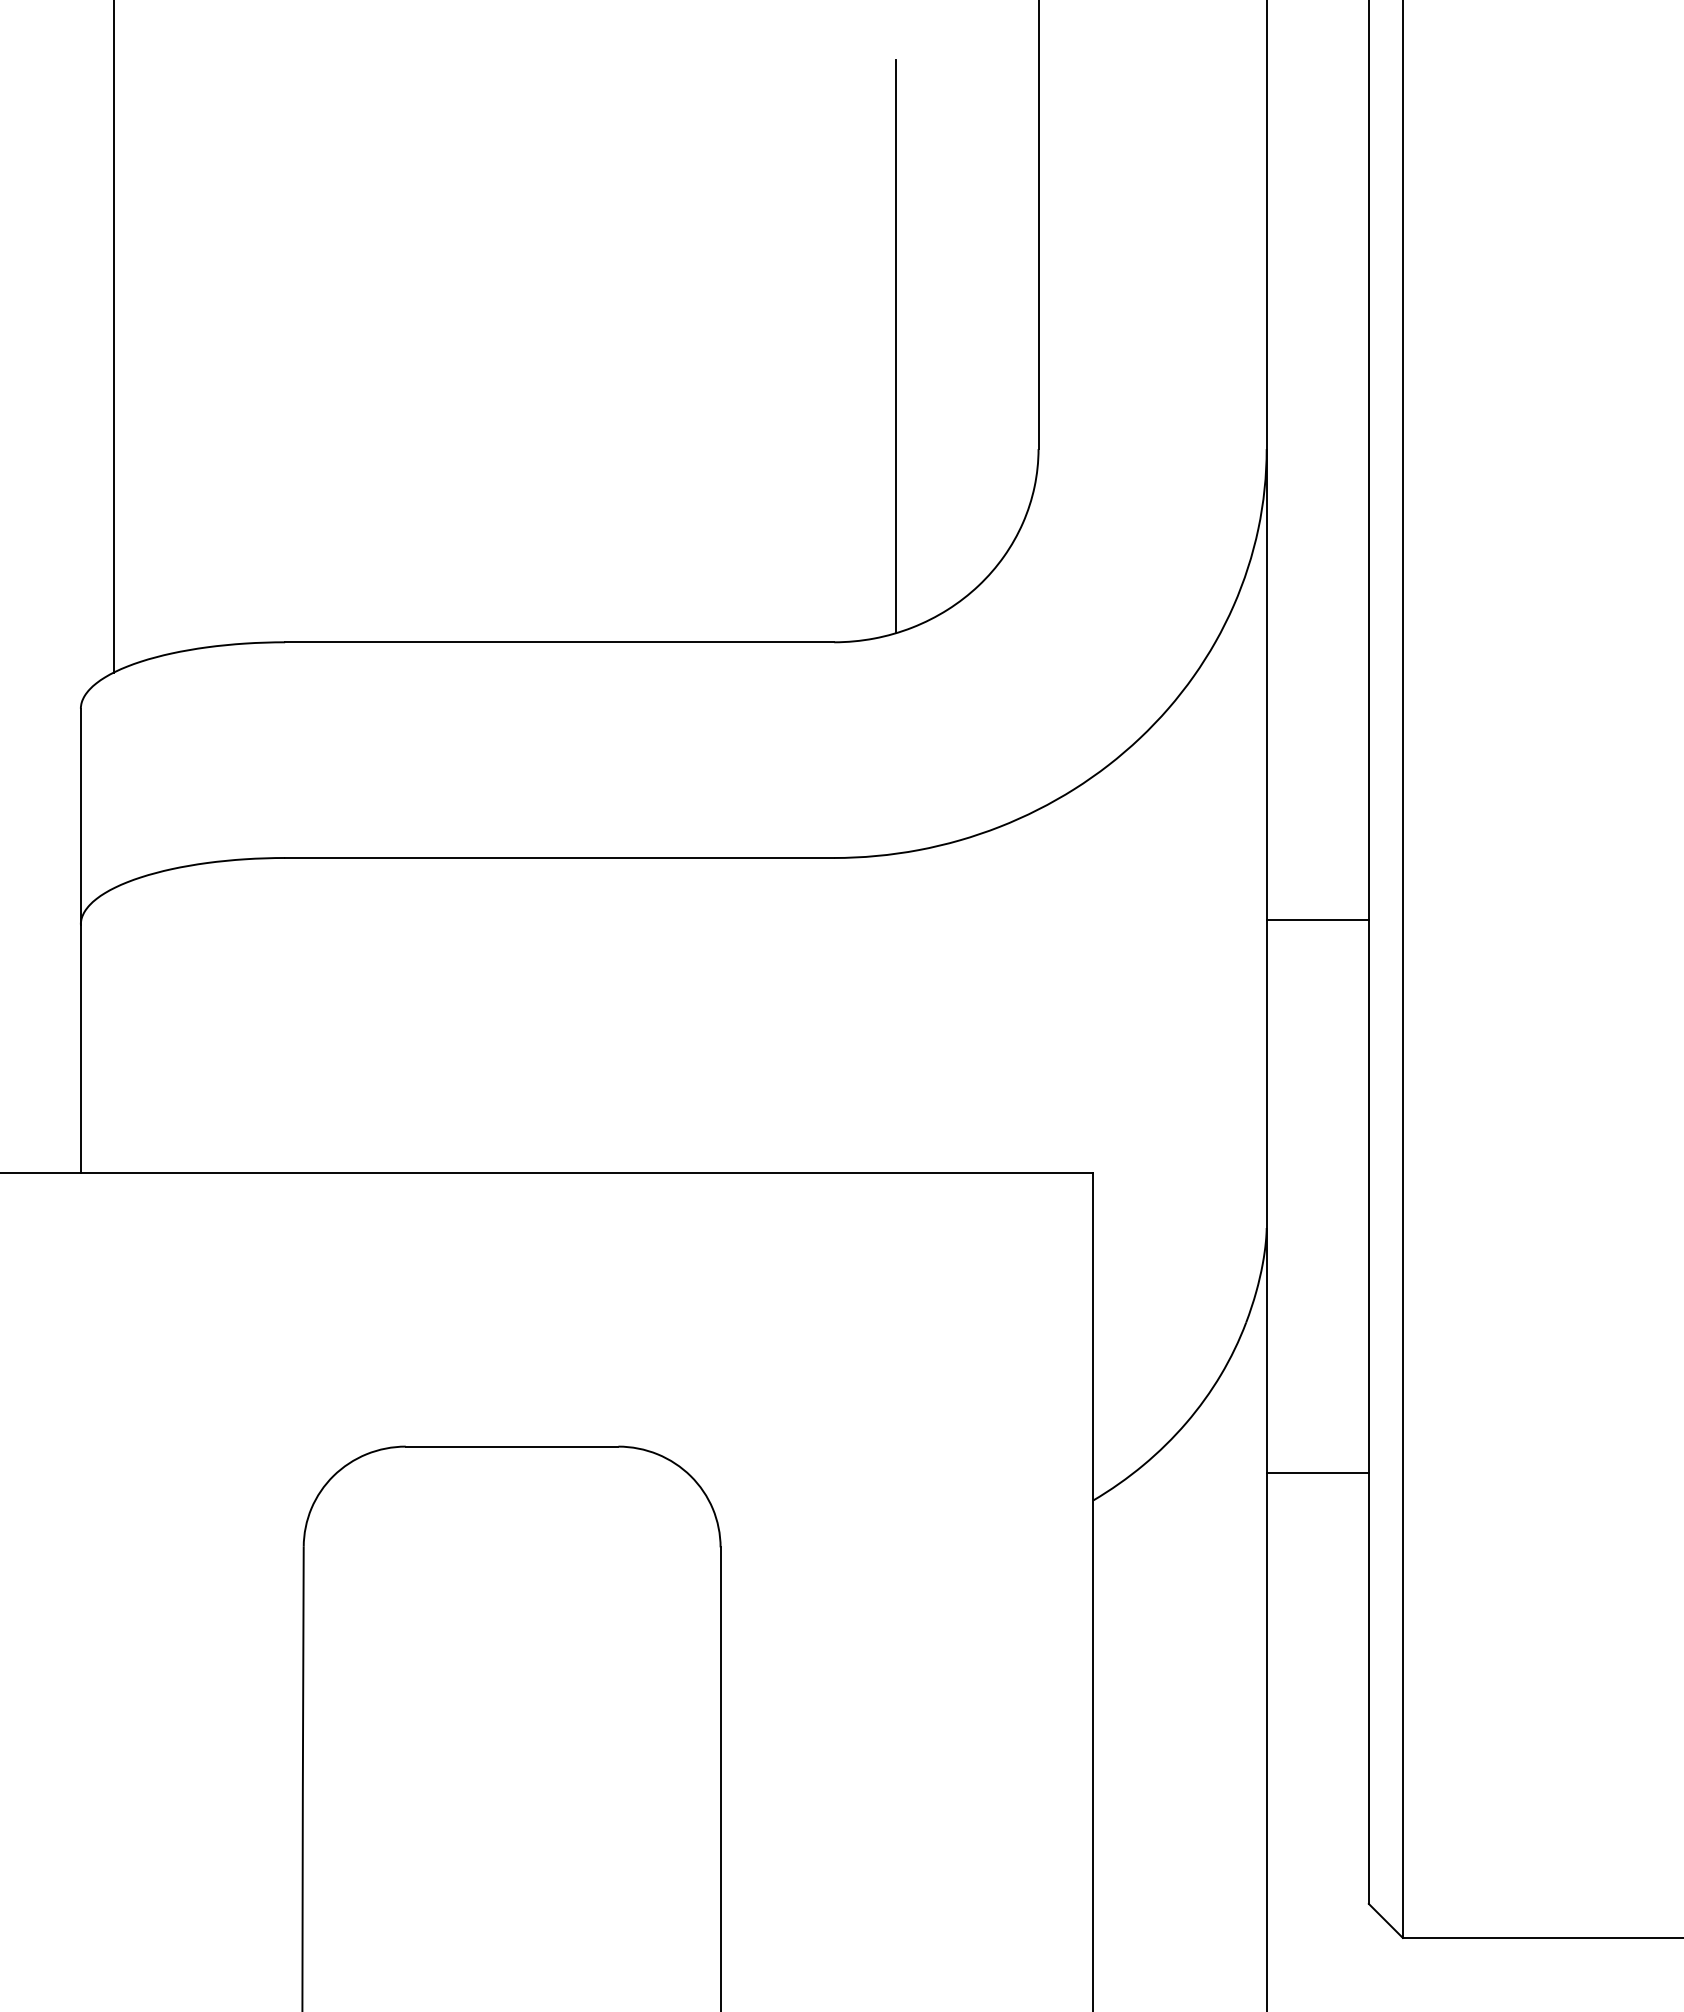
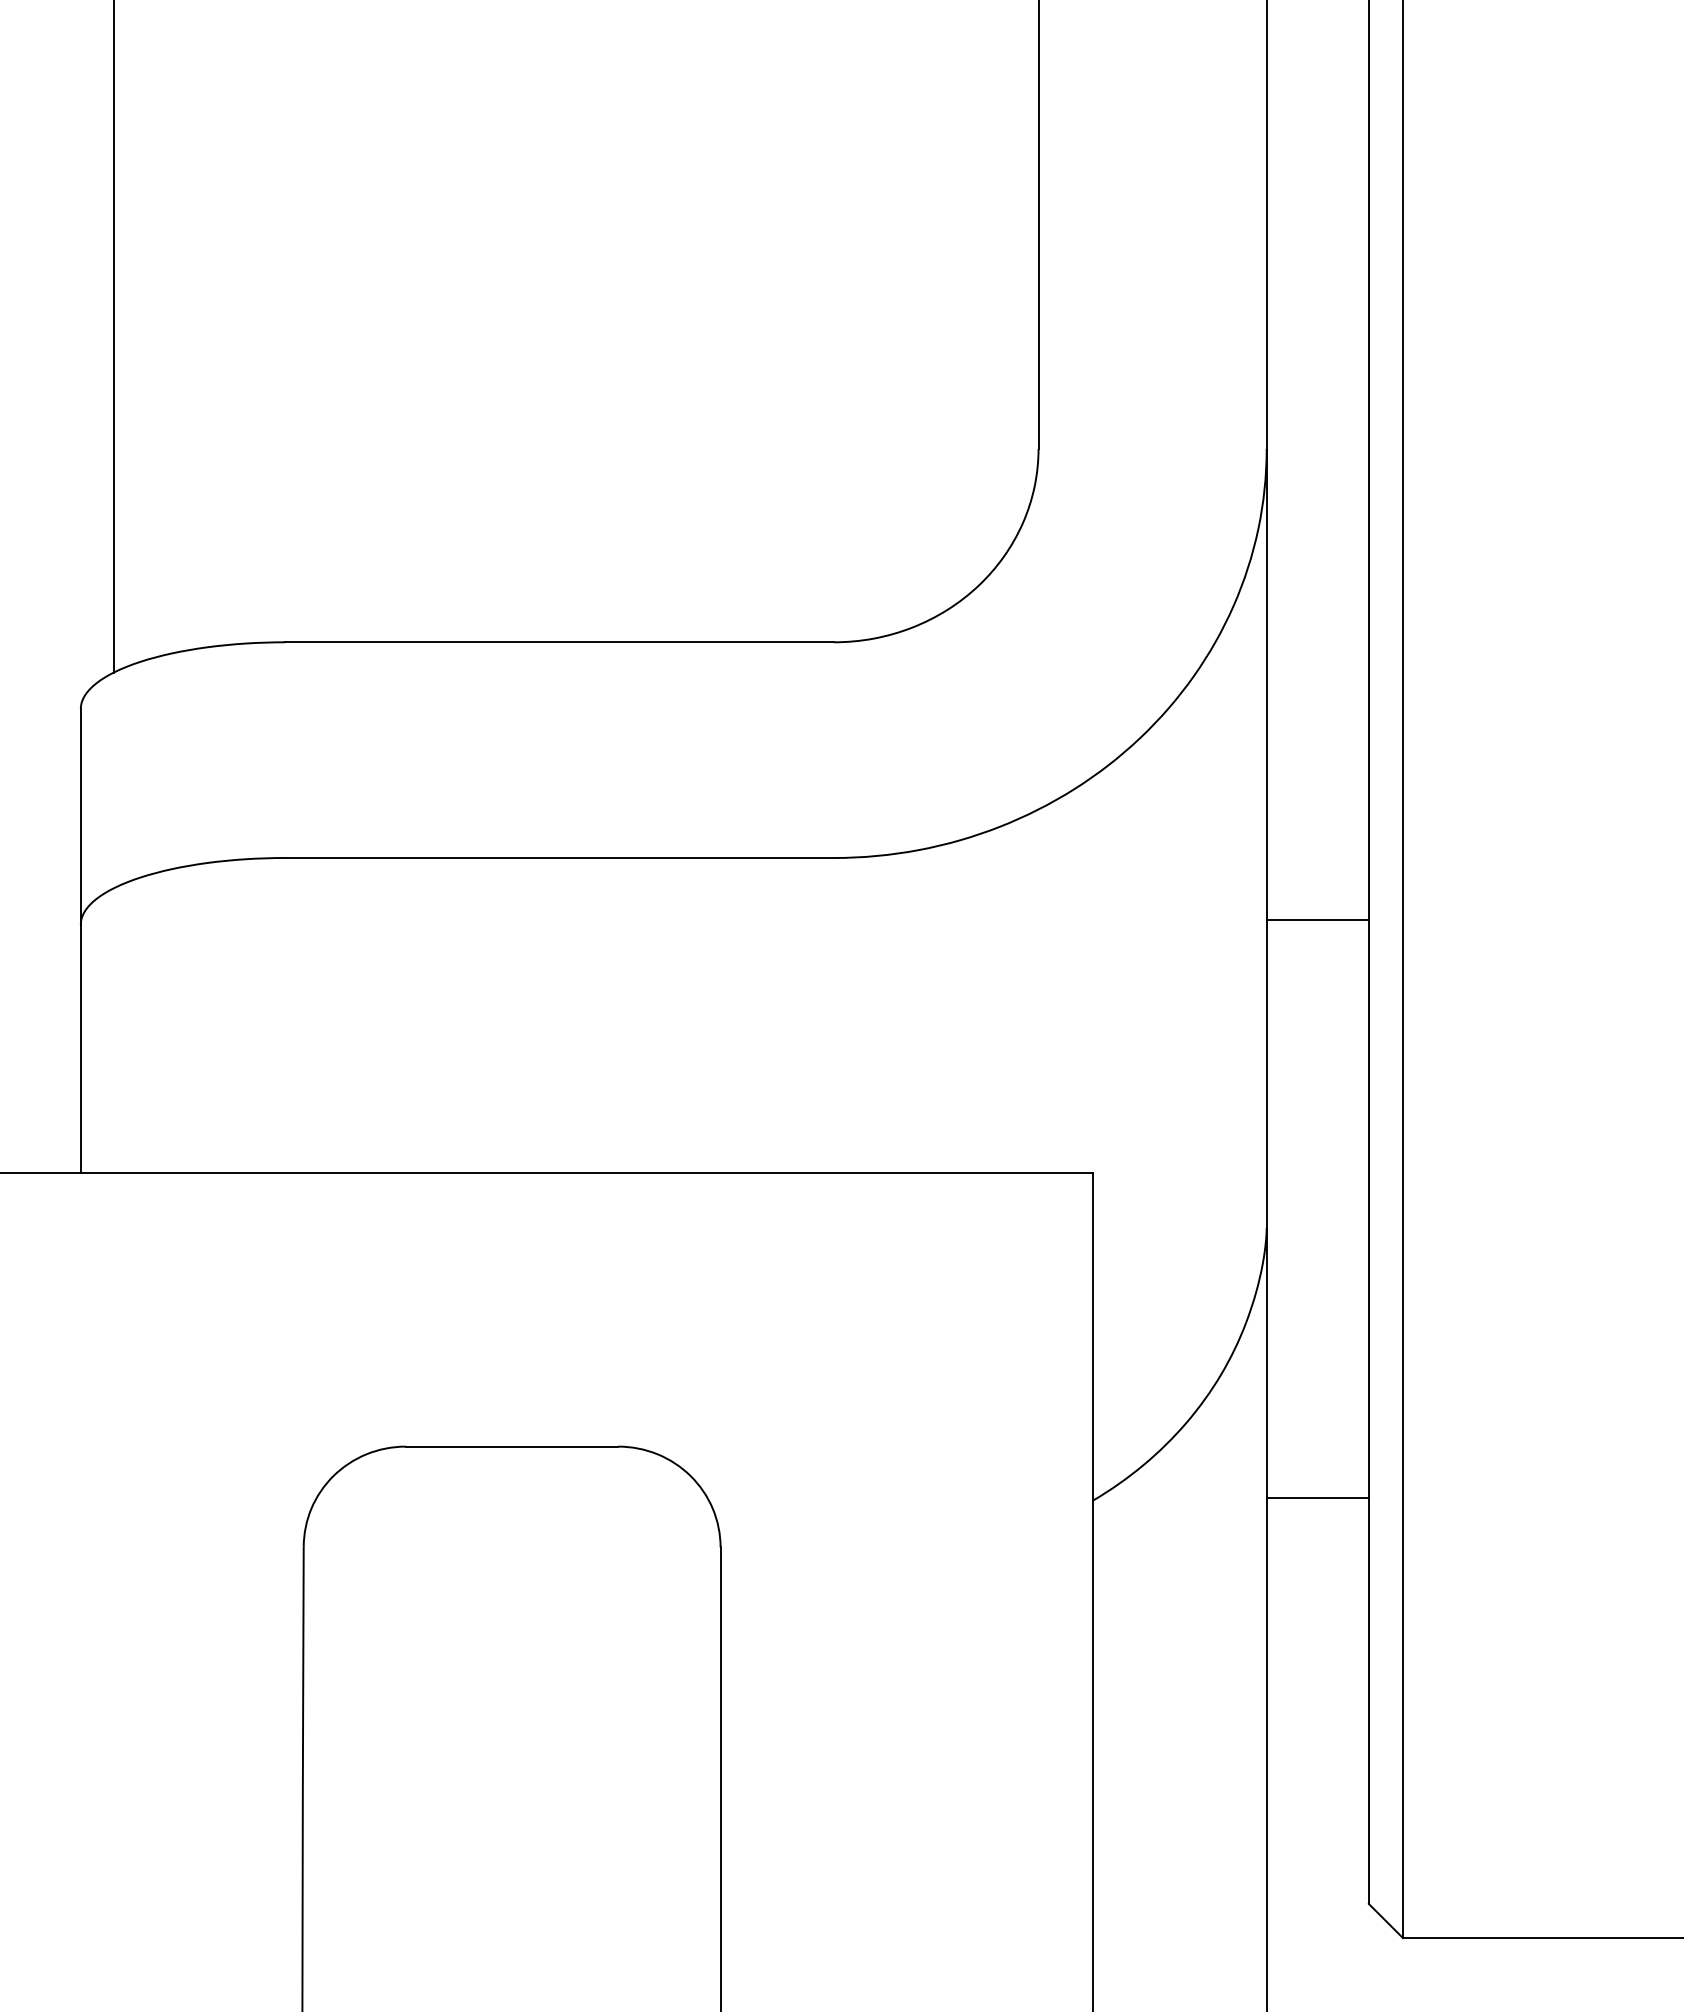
line at (895, 346): present -> none
line at (1317, 1473) position: (1317, 1473) -> (1317, 1498)
